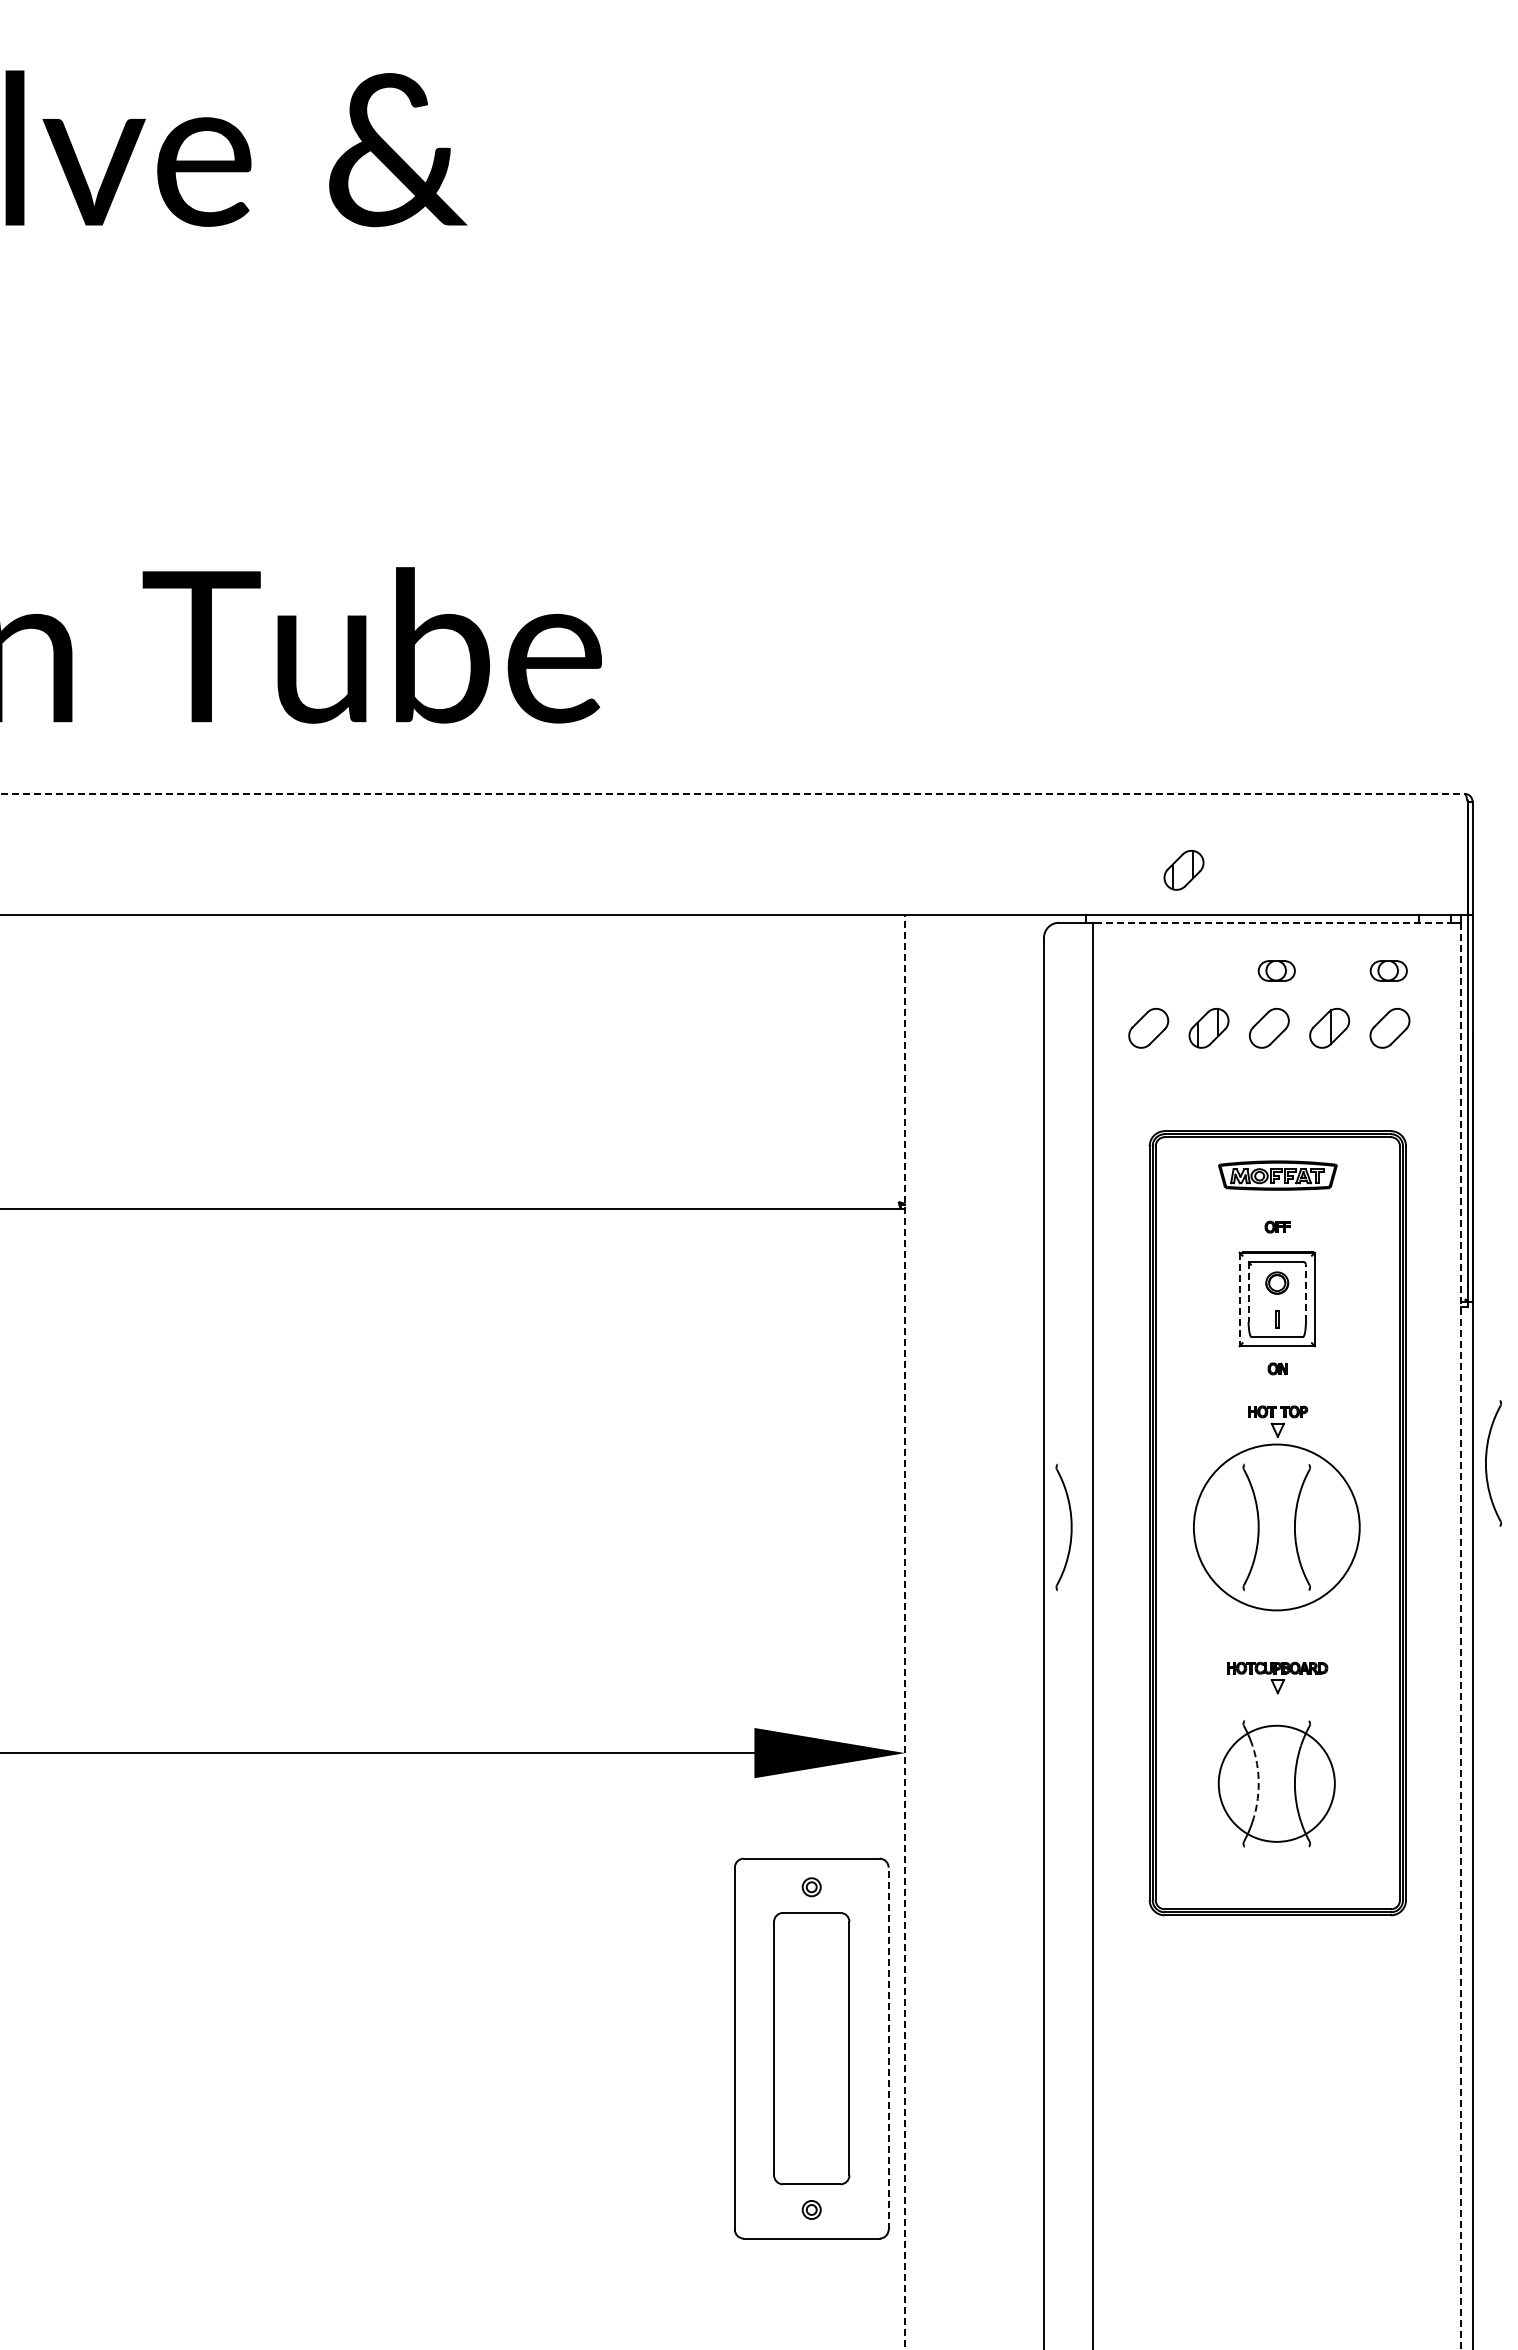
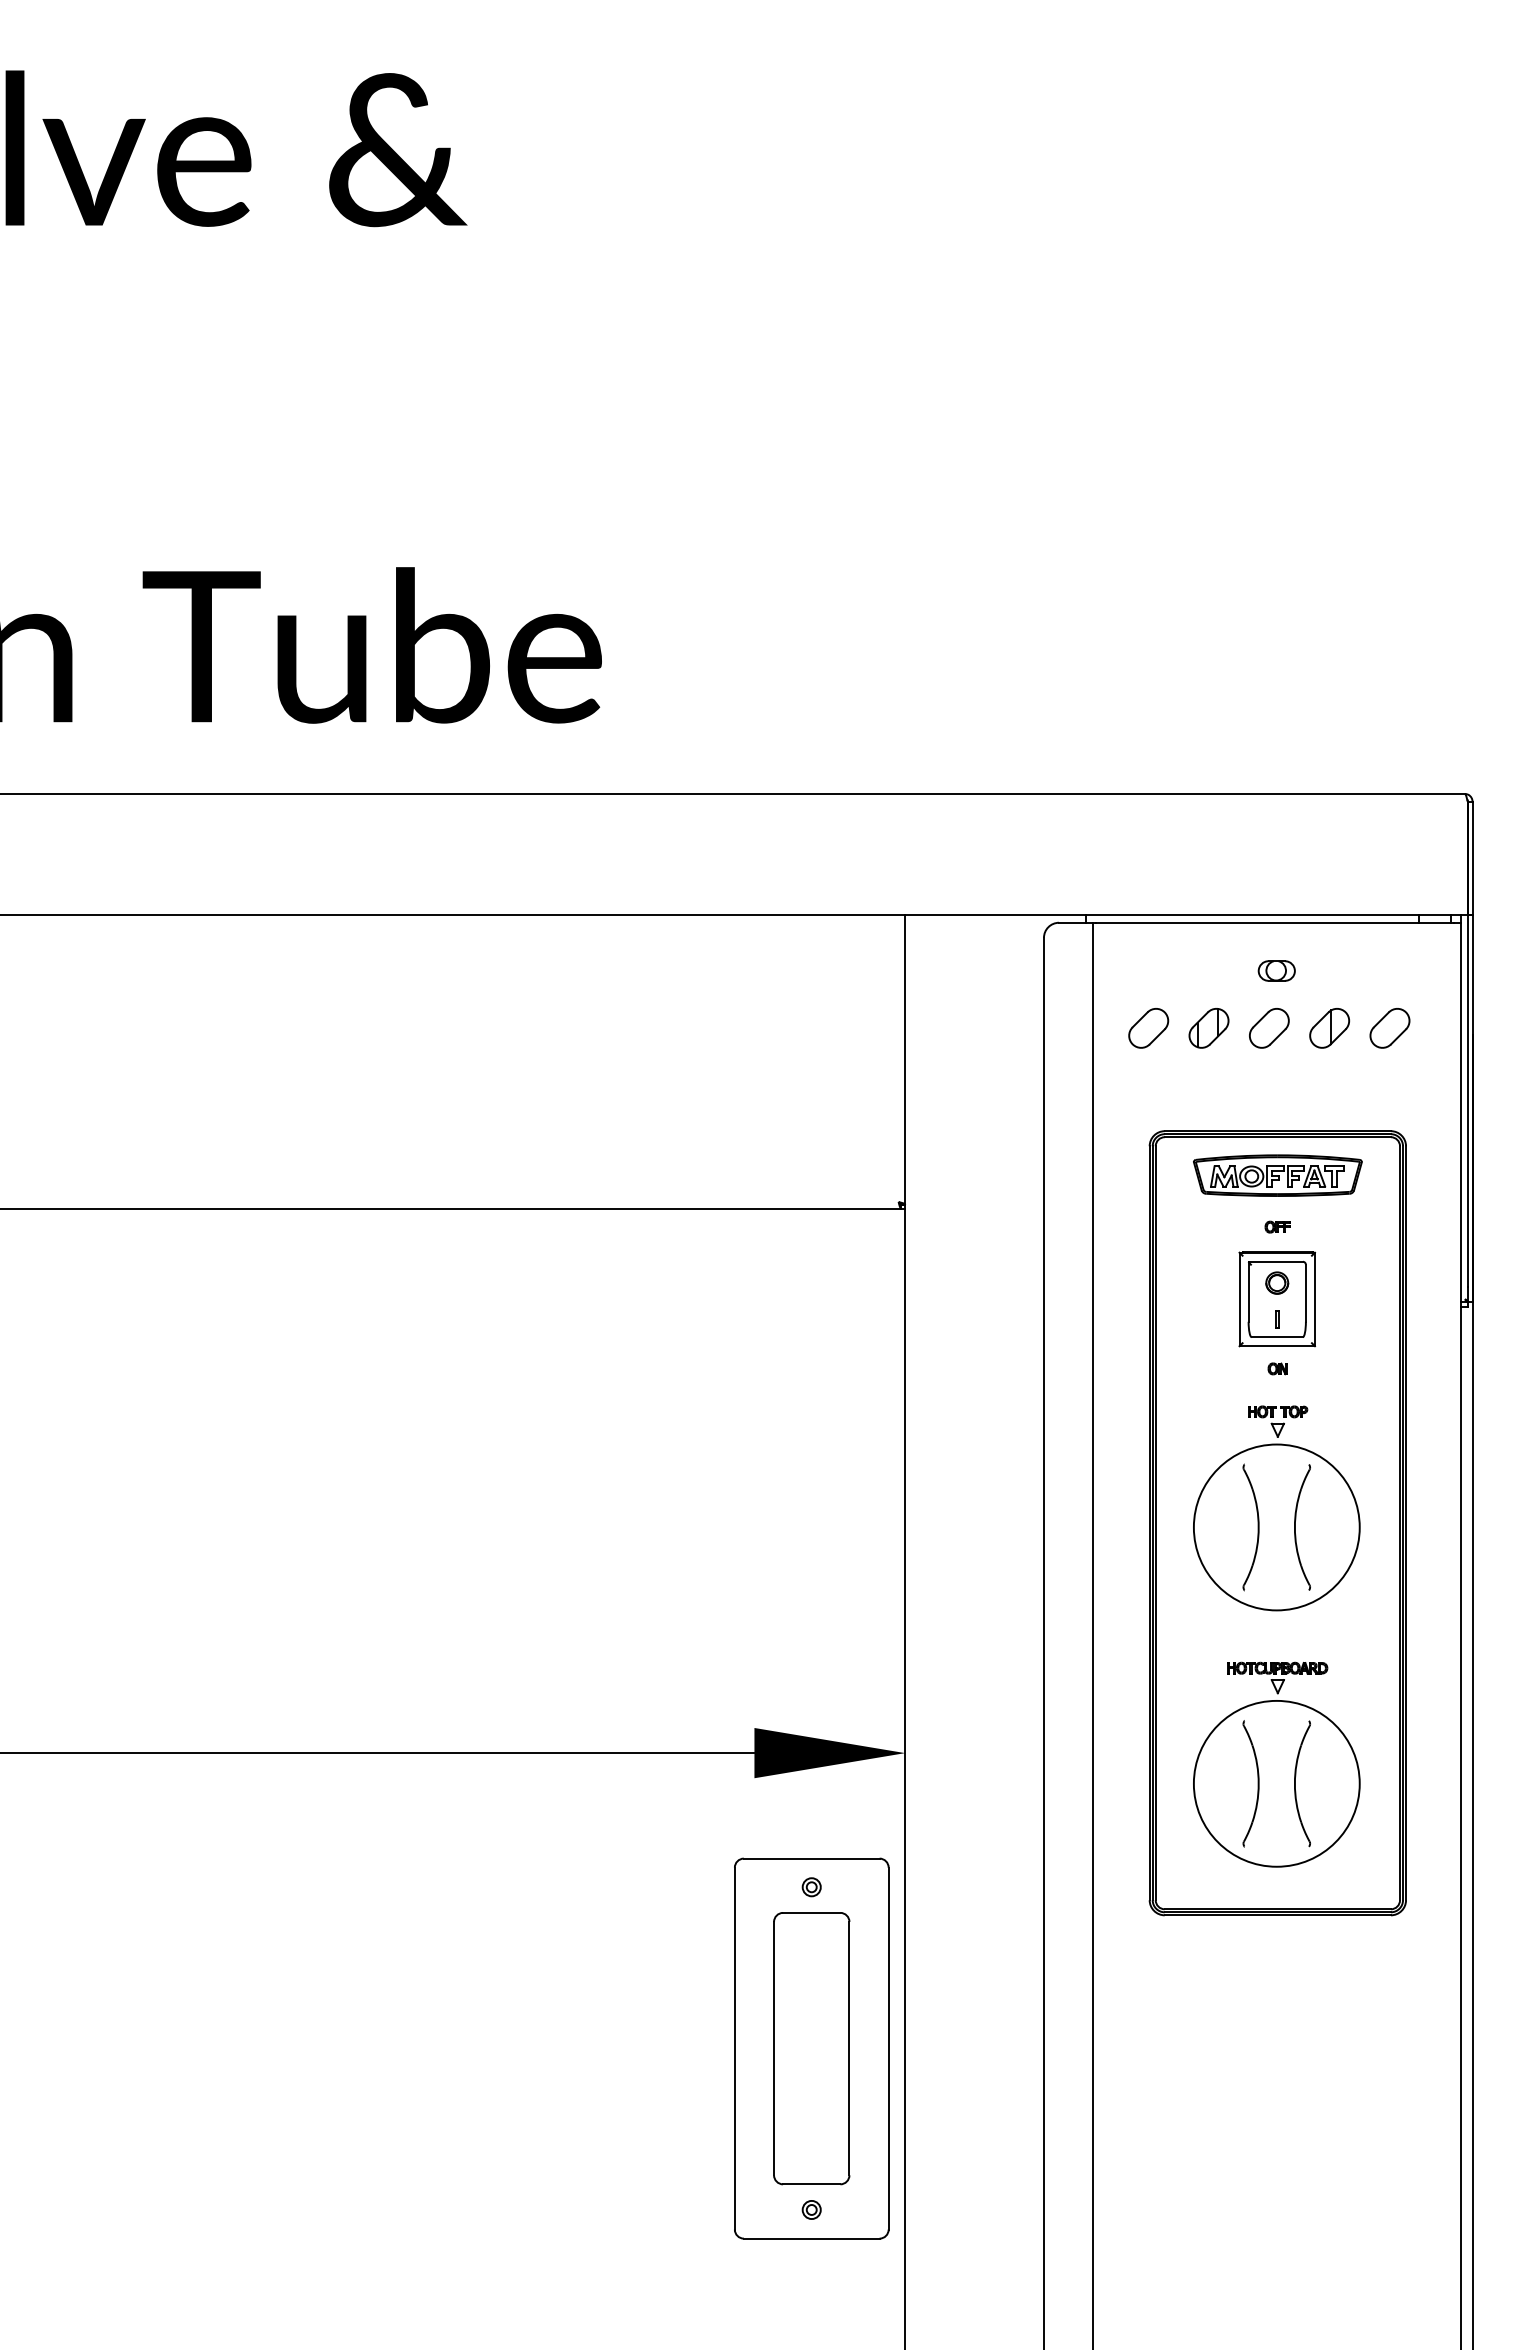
line at (733, 794): dashed -> solid
part at (1183, 870): present -> none
line at (1274, 922): dashed -> solid
part at (1388, 970): present -> none
part at (1277, 1175) size: 120x31 px -> 170x43 px
line at (1248, 1291): dashed -> solid
line at (1305, 1293): dashed -> solid
line at (1239, 1299): dashed -> solid
part at (1486, 1463): present -> none
part at (1070, 1527): present -> none
line at (905, 1631): dashed -> solid
line at (1460, 1636): dashed -> solid
arc at (1258, 1783): dashed -> solid
circle at (1276, 1783) diameter: 116 px -> 166 px
line at (888, 2048): dashed -> solid
